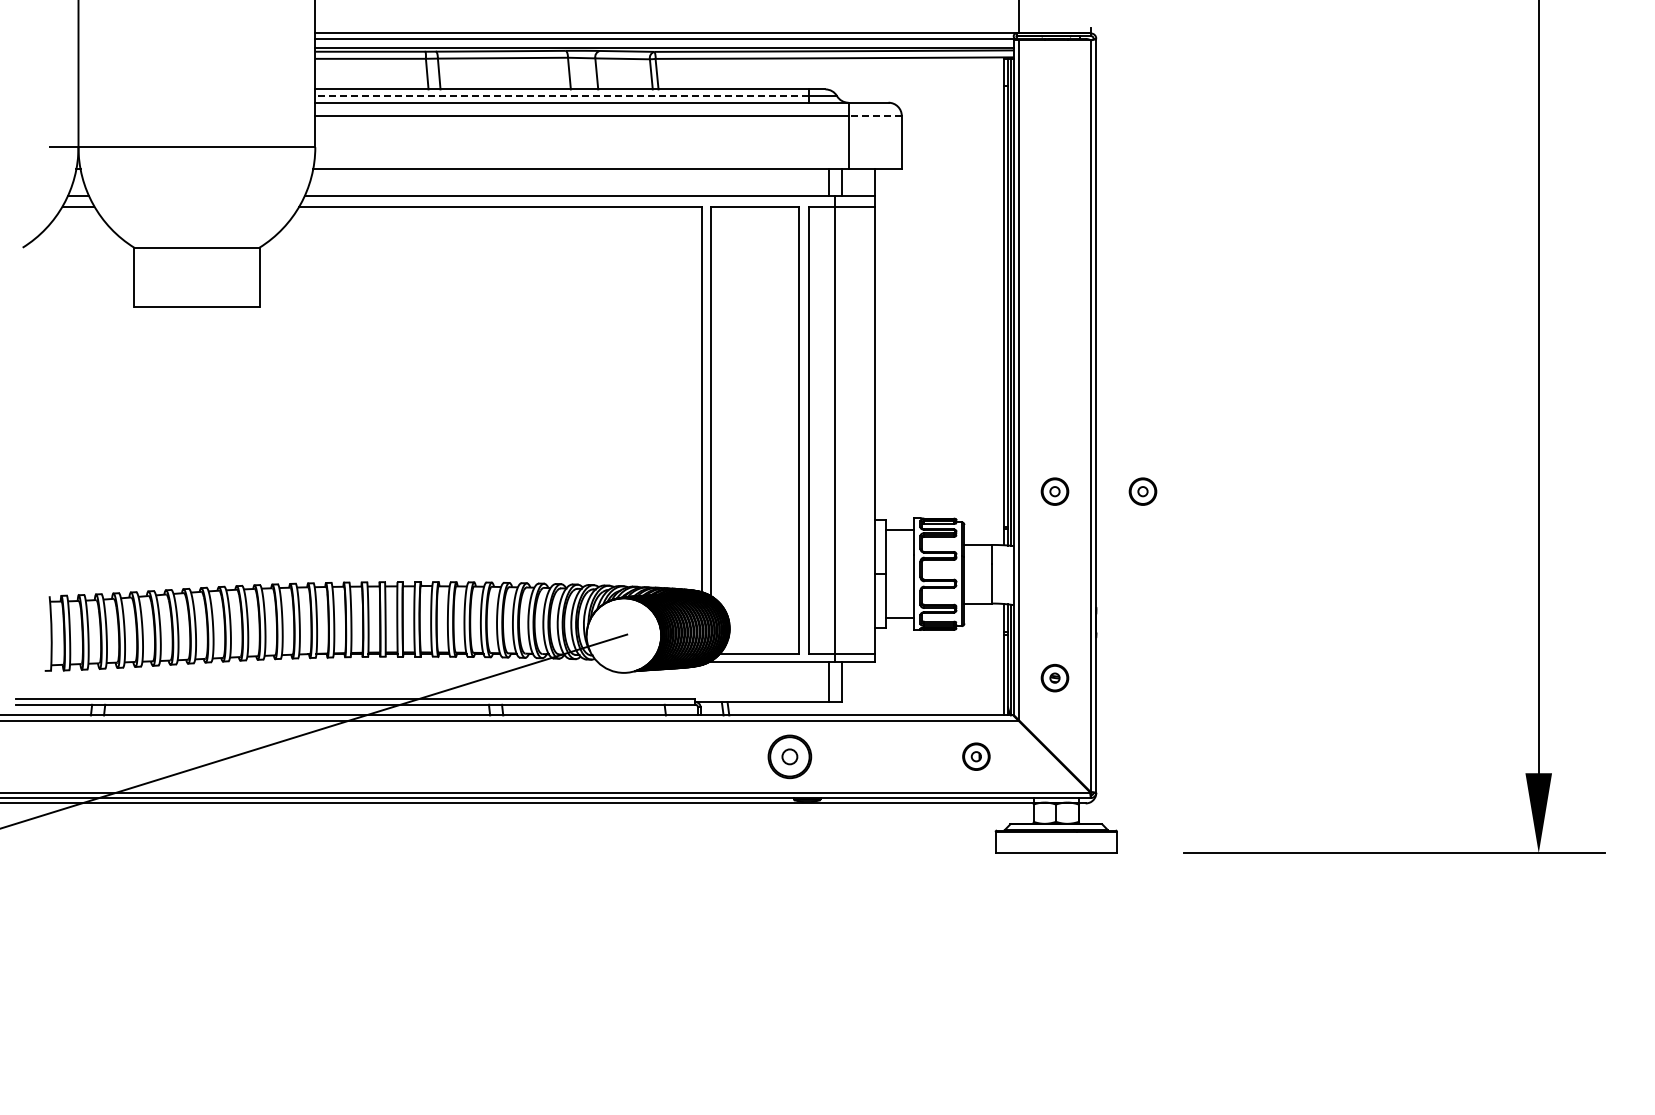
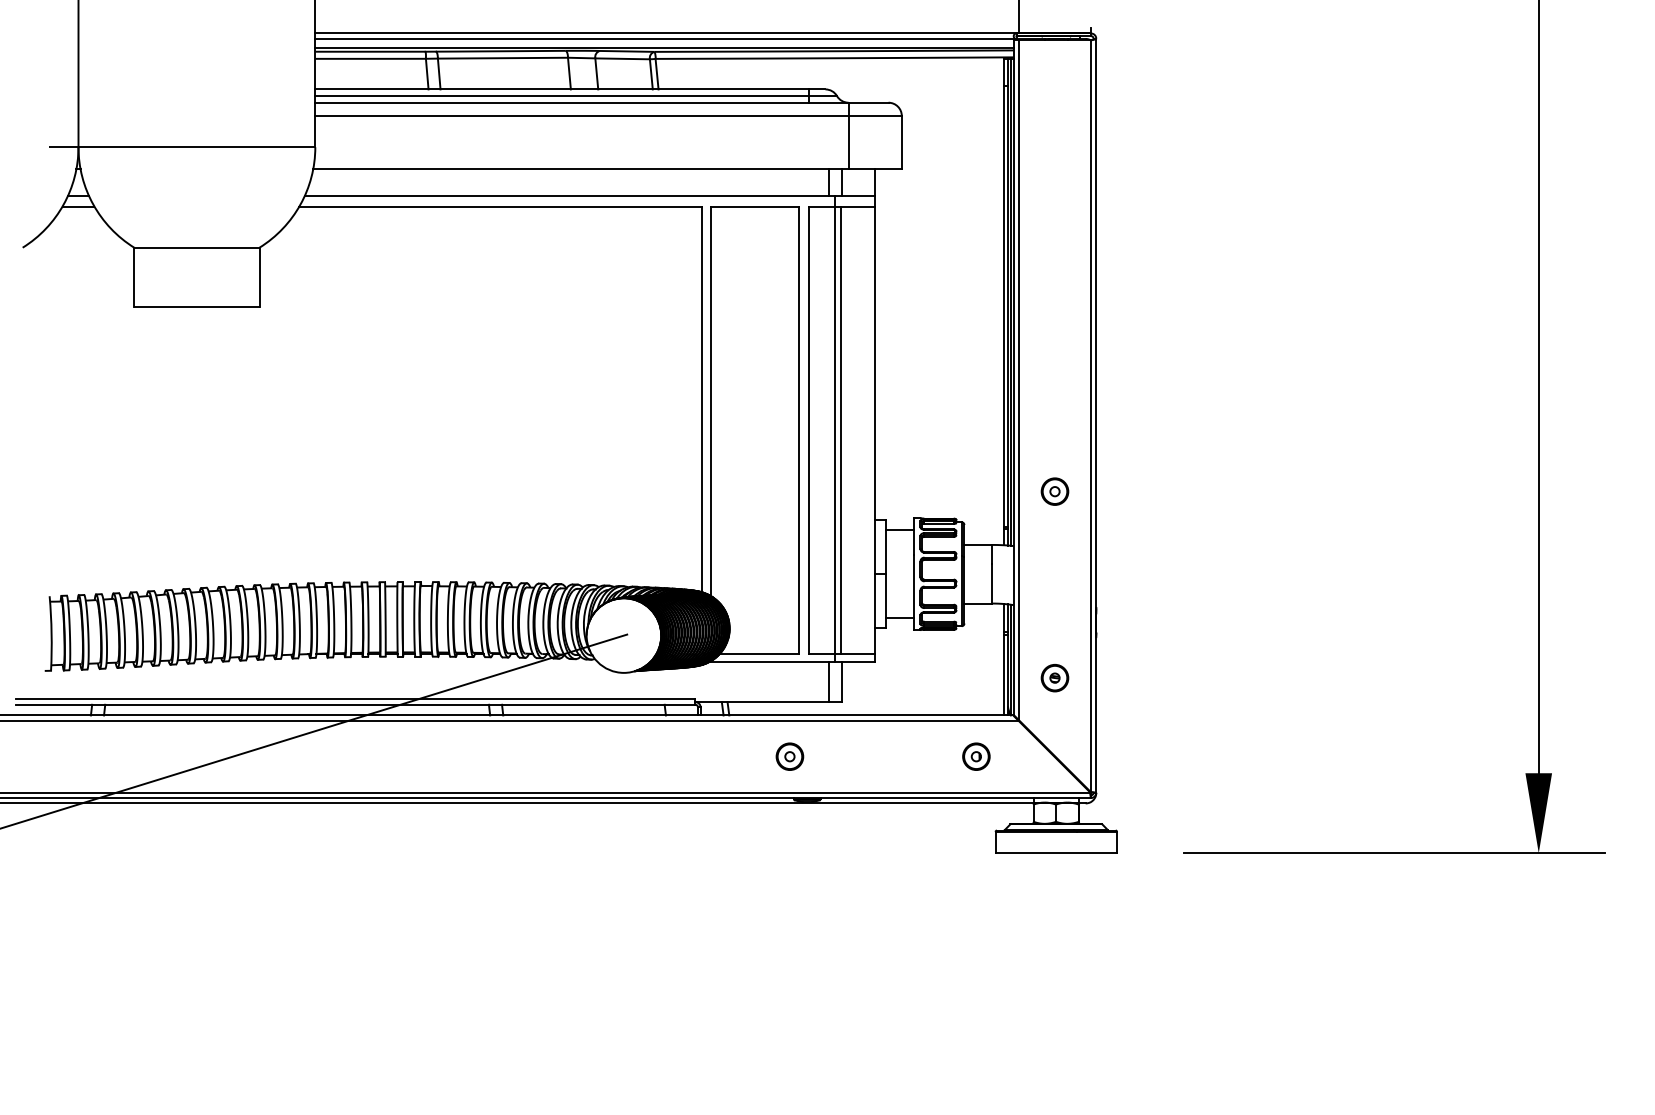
line at (561, 96): dashed -> solid
line at (875, 116): dashed -> solid
line at (840, 430): none -> present
part at (1142, 491): present -> none
part at (789, 756) size: 46x46 px -> 30x29 px
